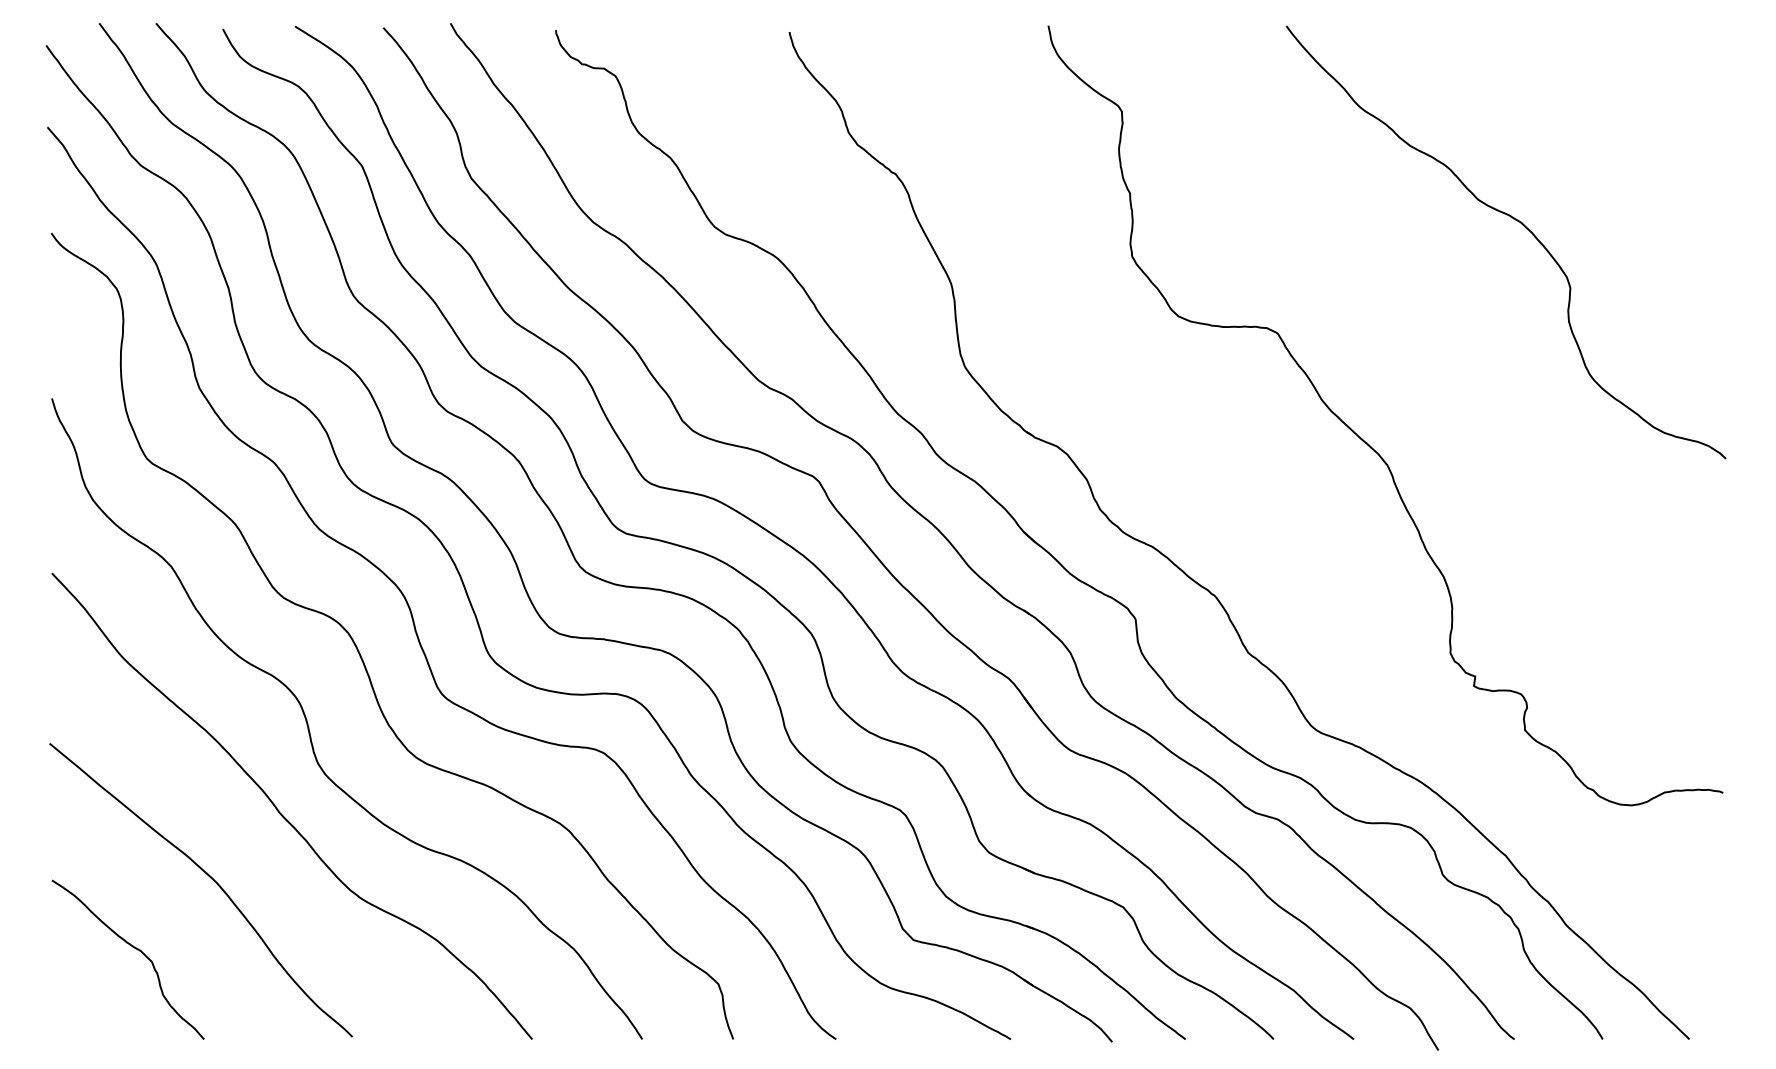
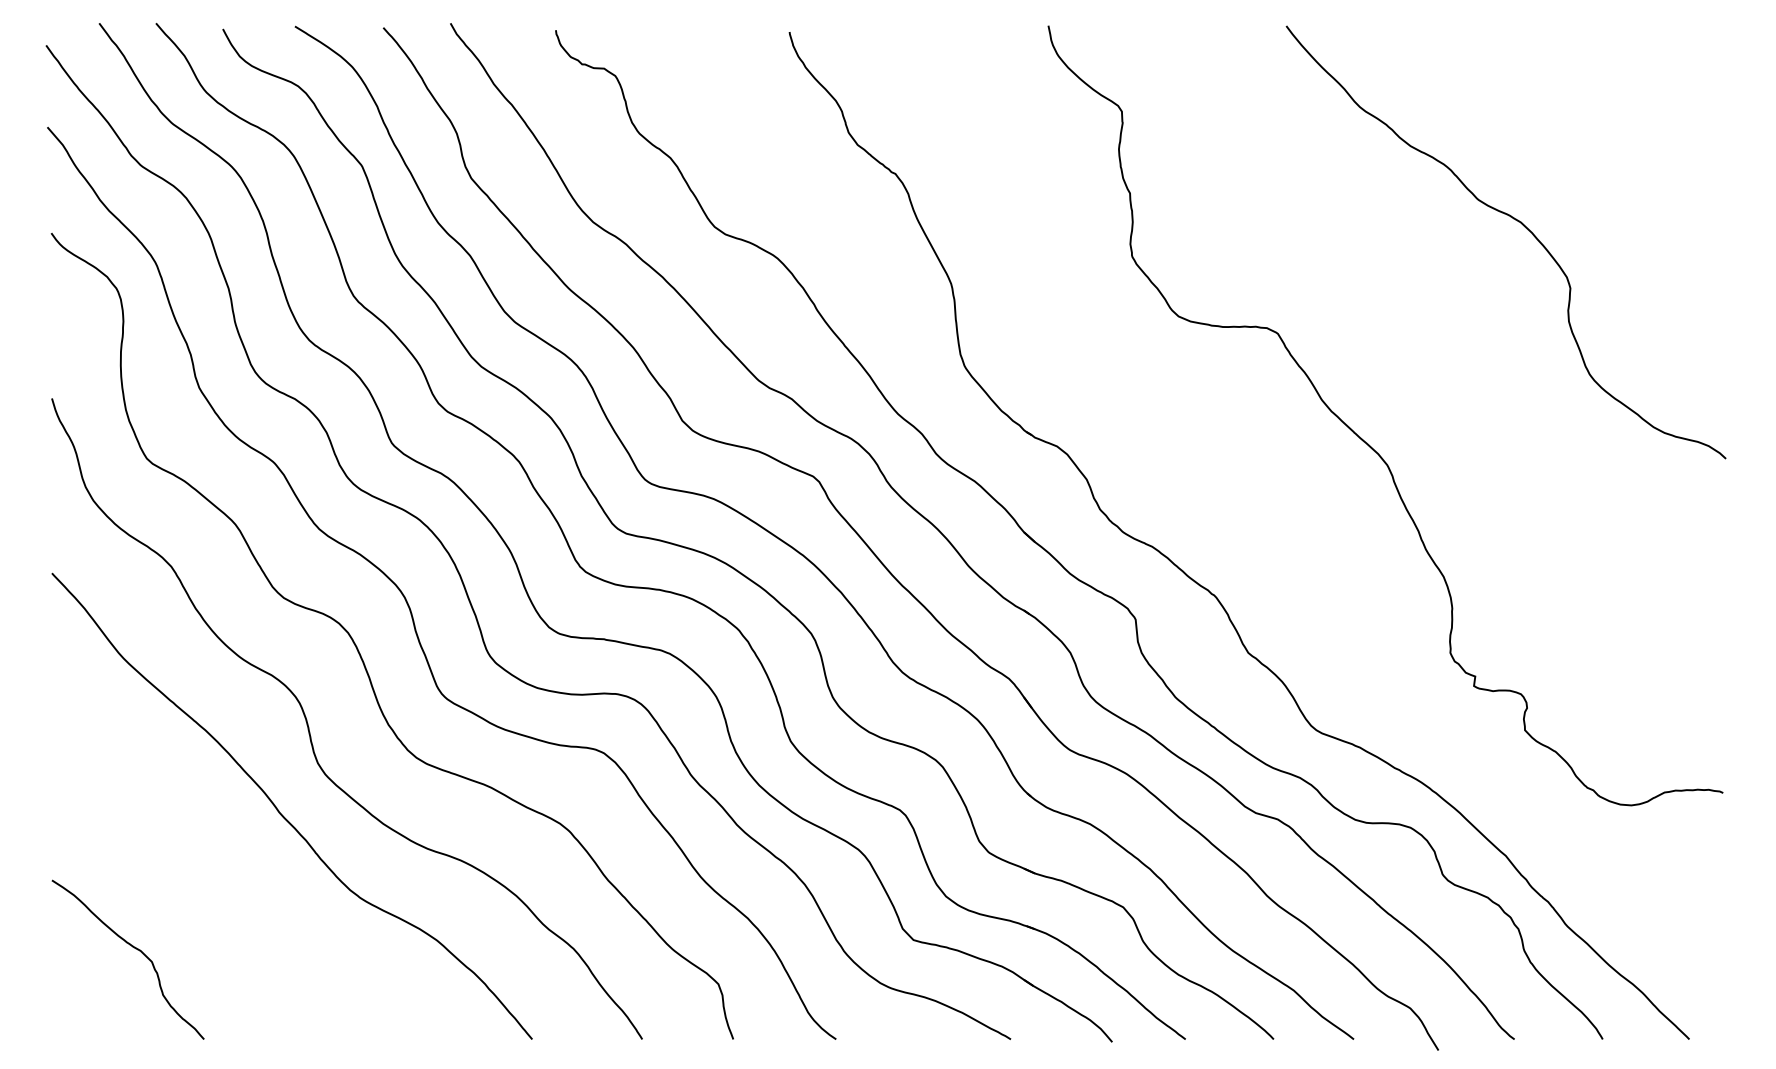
curve at (211, 879): present -> none
